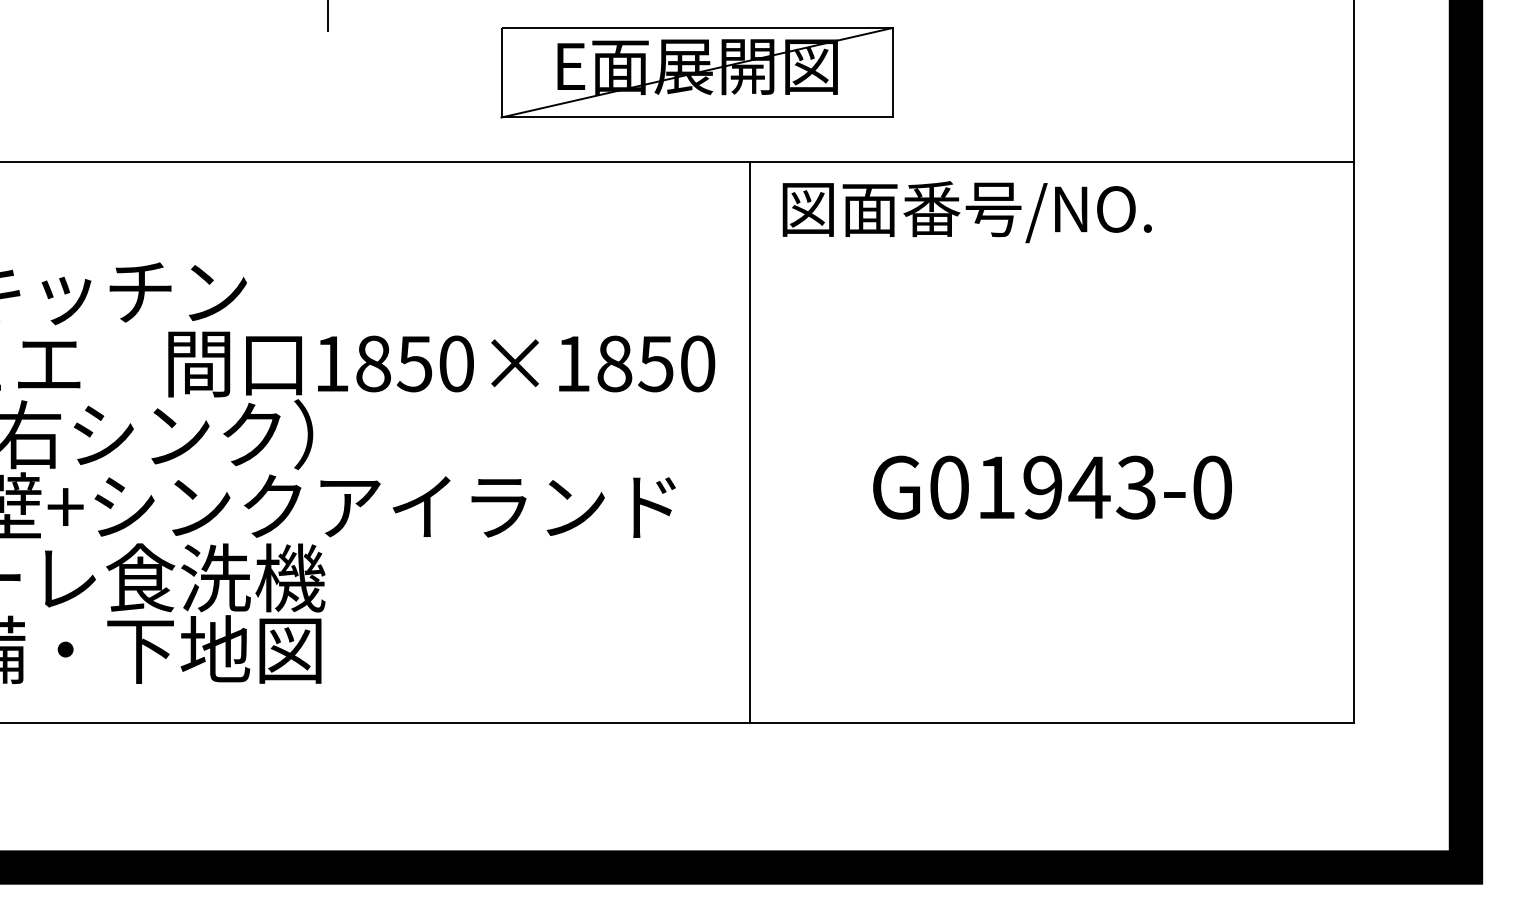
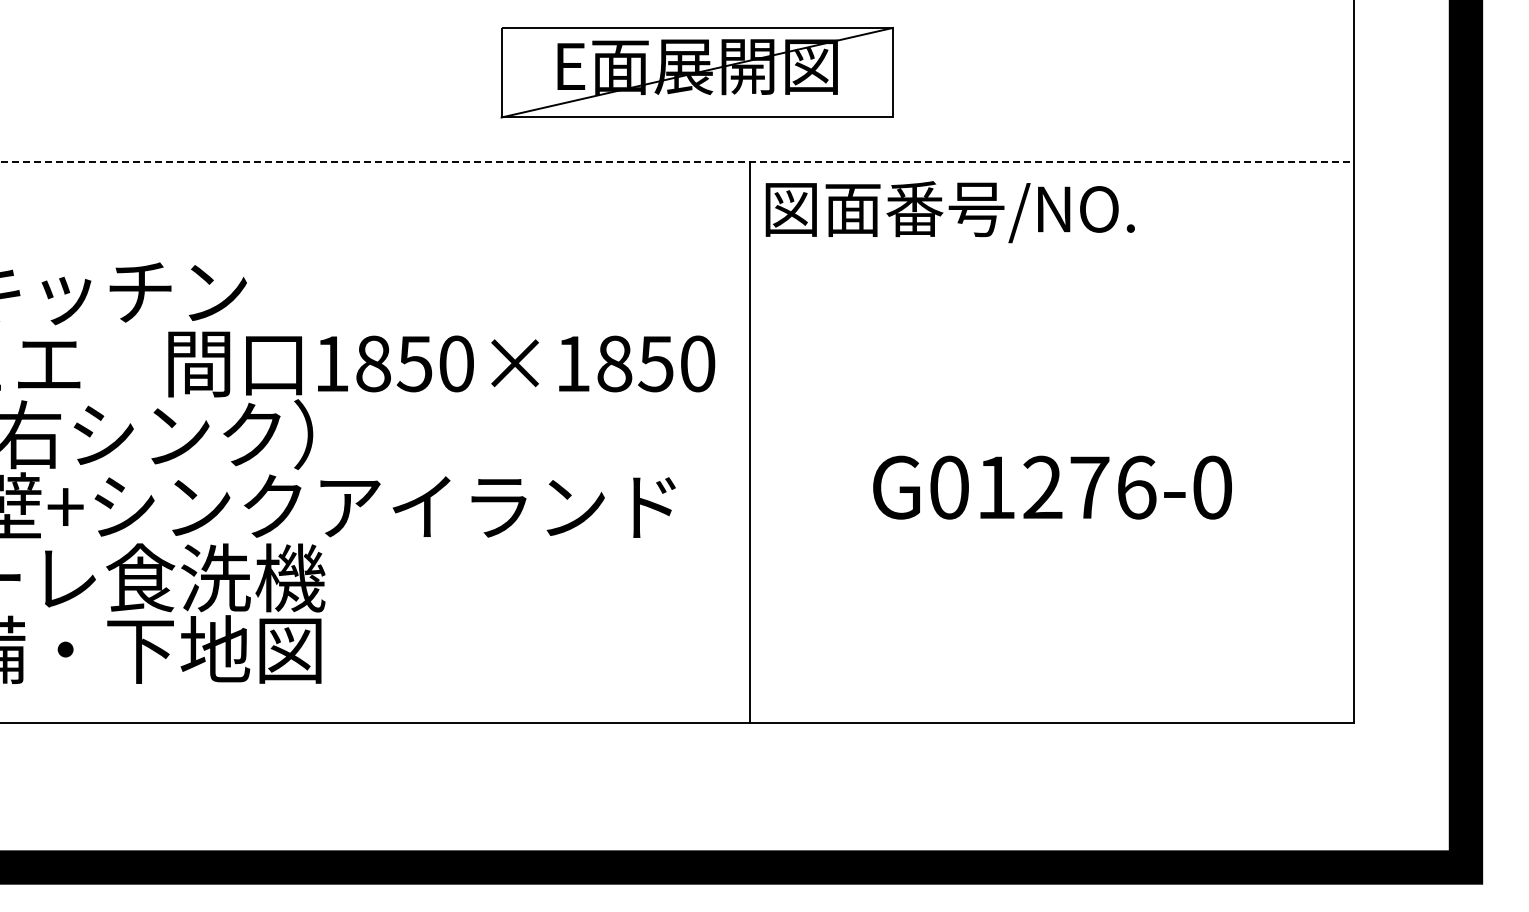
line at (328, 17): present -> none
line at (677, 162): solid -> dashed
text at (966, 212) position: (966, 212) -> (949, 212)
text at (1089, 487): G01943-0 -> G01276-0
